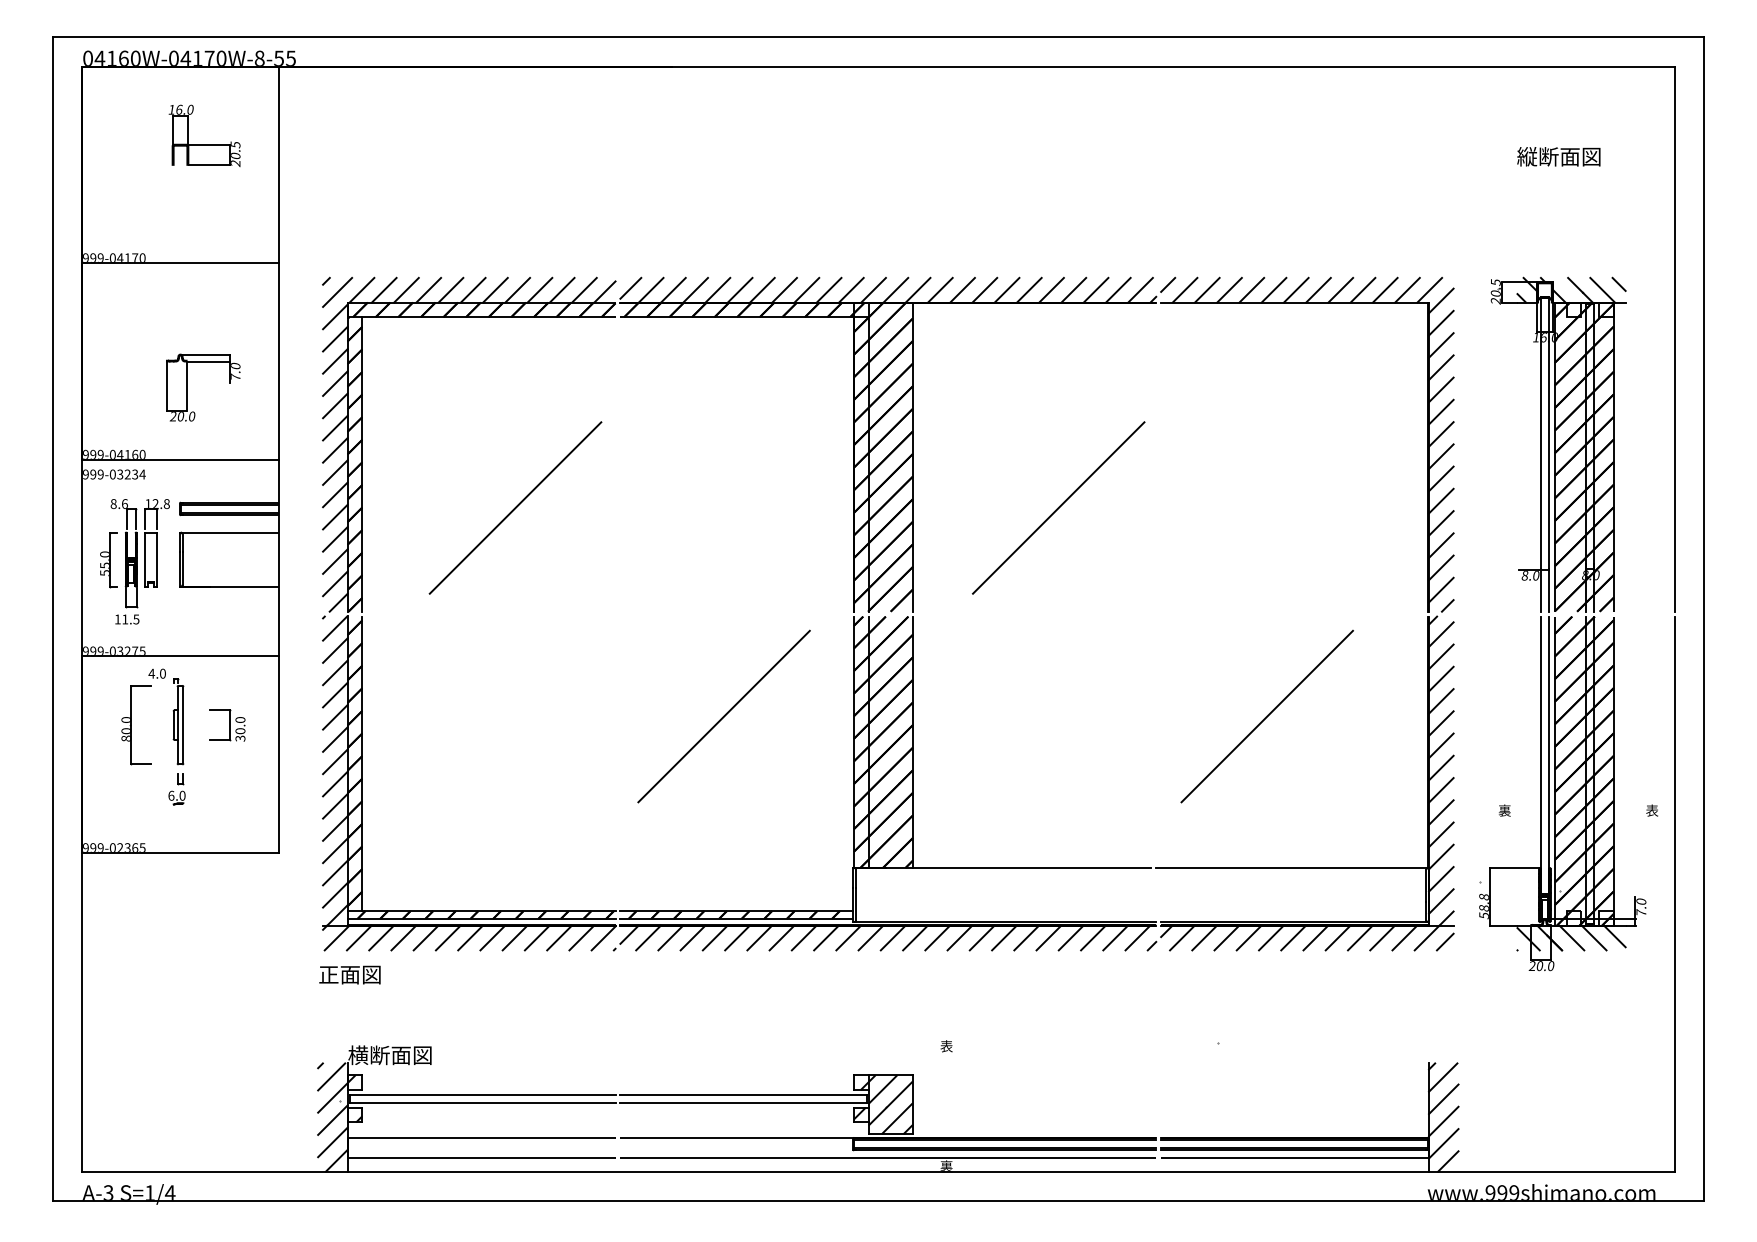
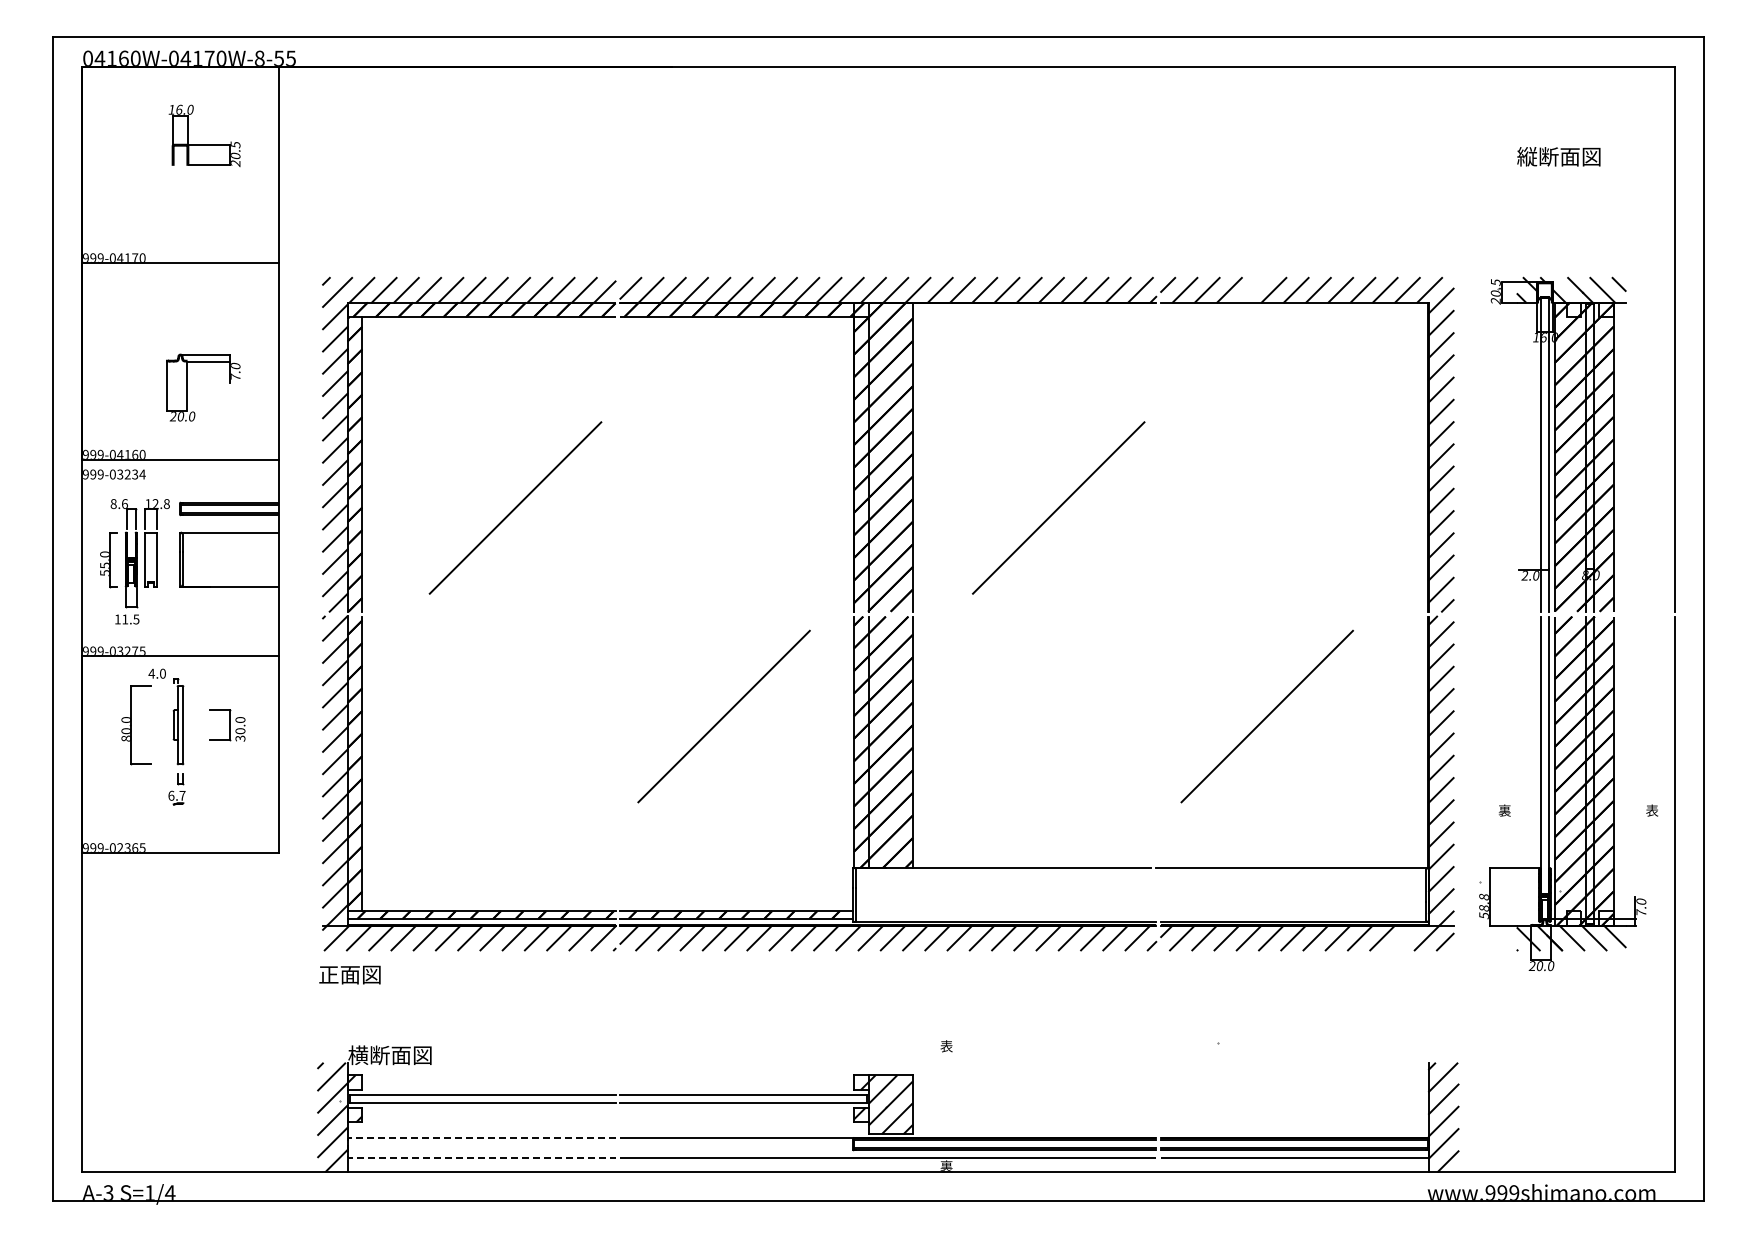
line at (1251, 289): present -> none
text at (1524, 575): 8.0 -> 2.0
text at (182, 795): 6.0 -> 6.7
line at (1404, 937): present -> none
line at (347, 1147): solid -> dashed
